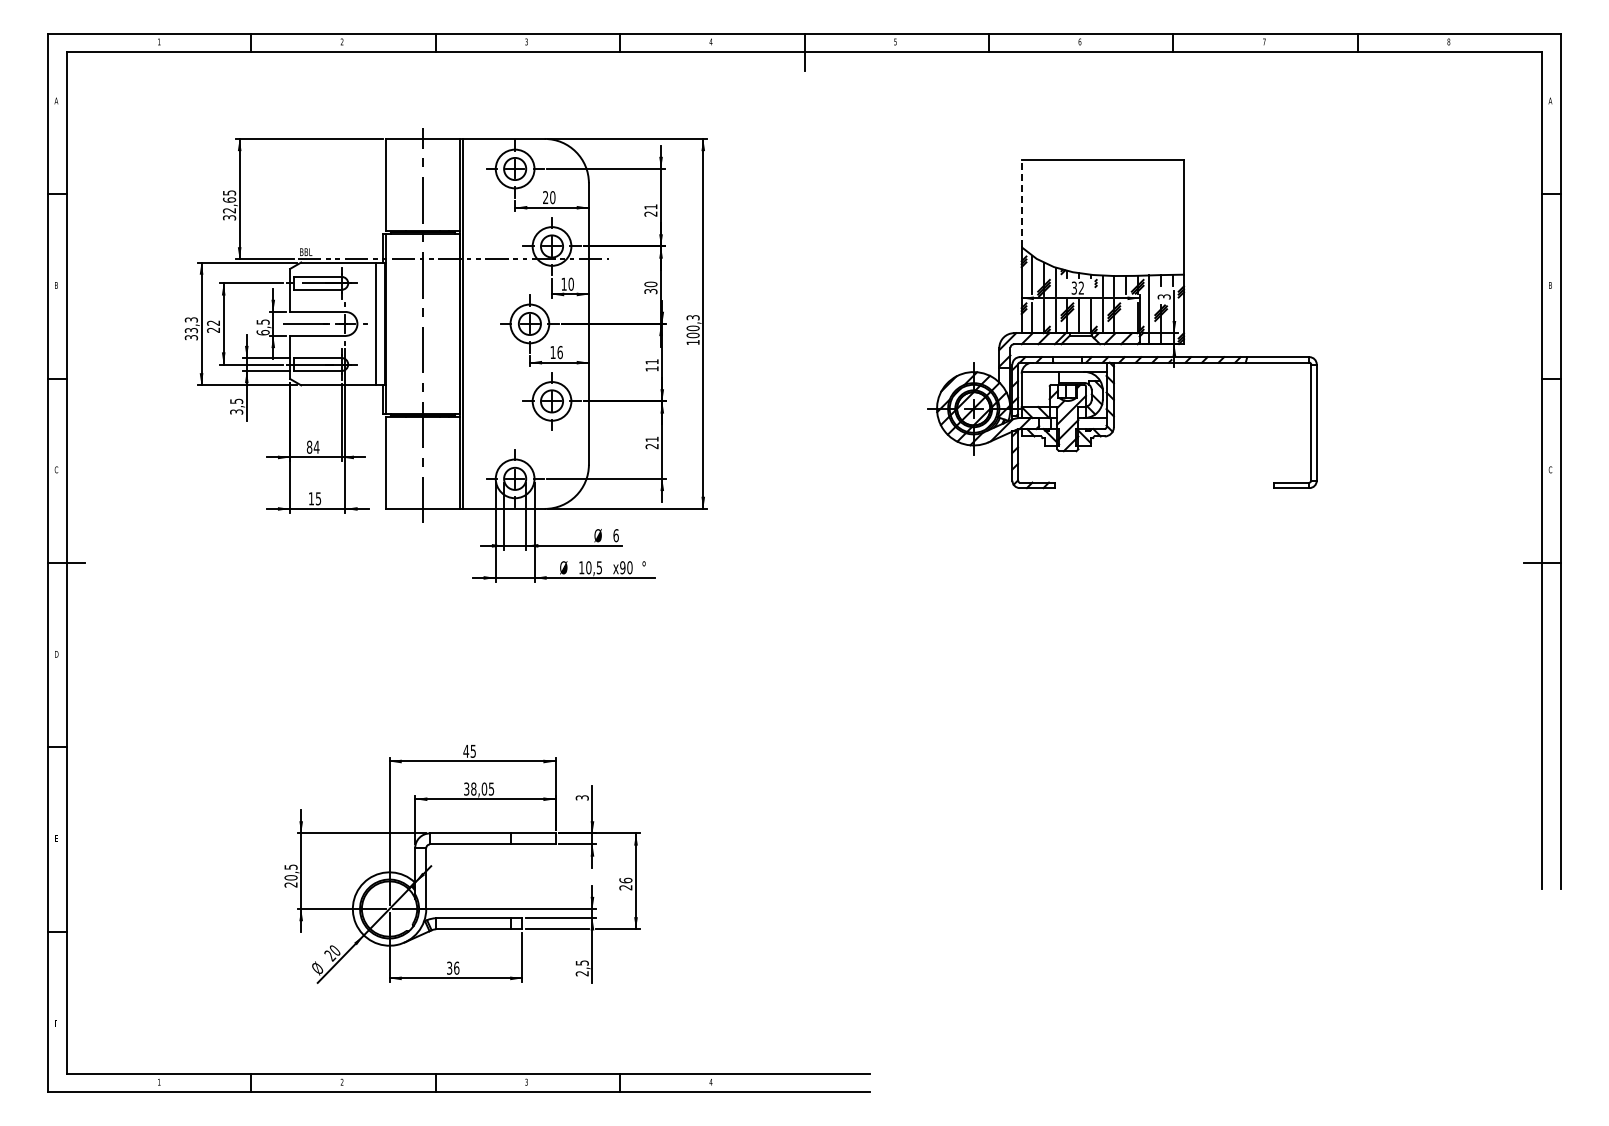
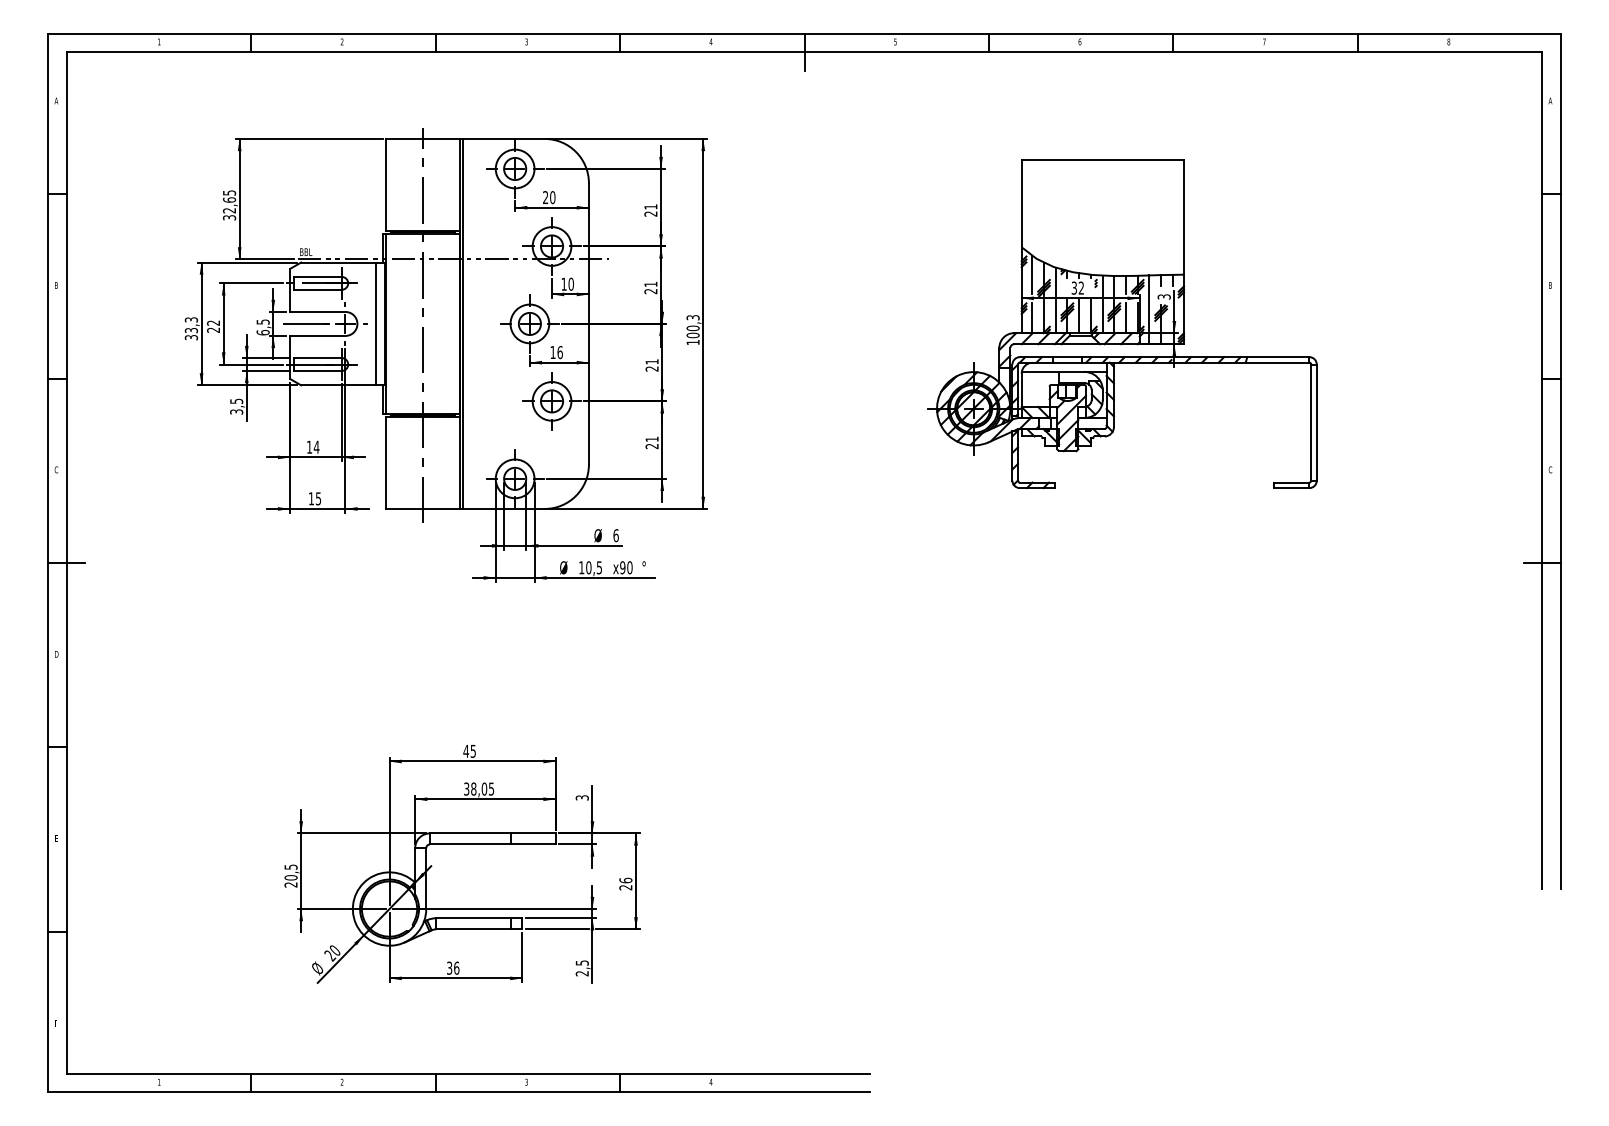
line at (1021, 203): dashed -> solid
text at (650, 287): 30 -> 21
line at (1125, 317): none -> present
text at (651, 368): 11 -> 21
text at (309, 446): 84 -> 14
